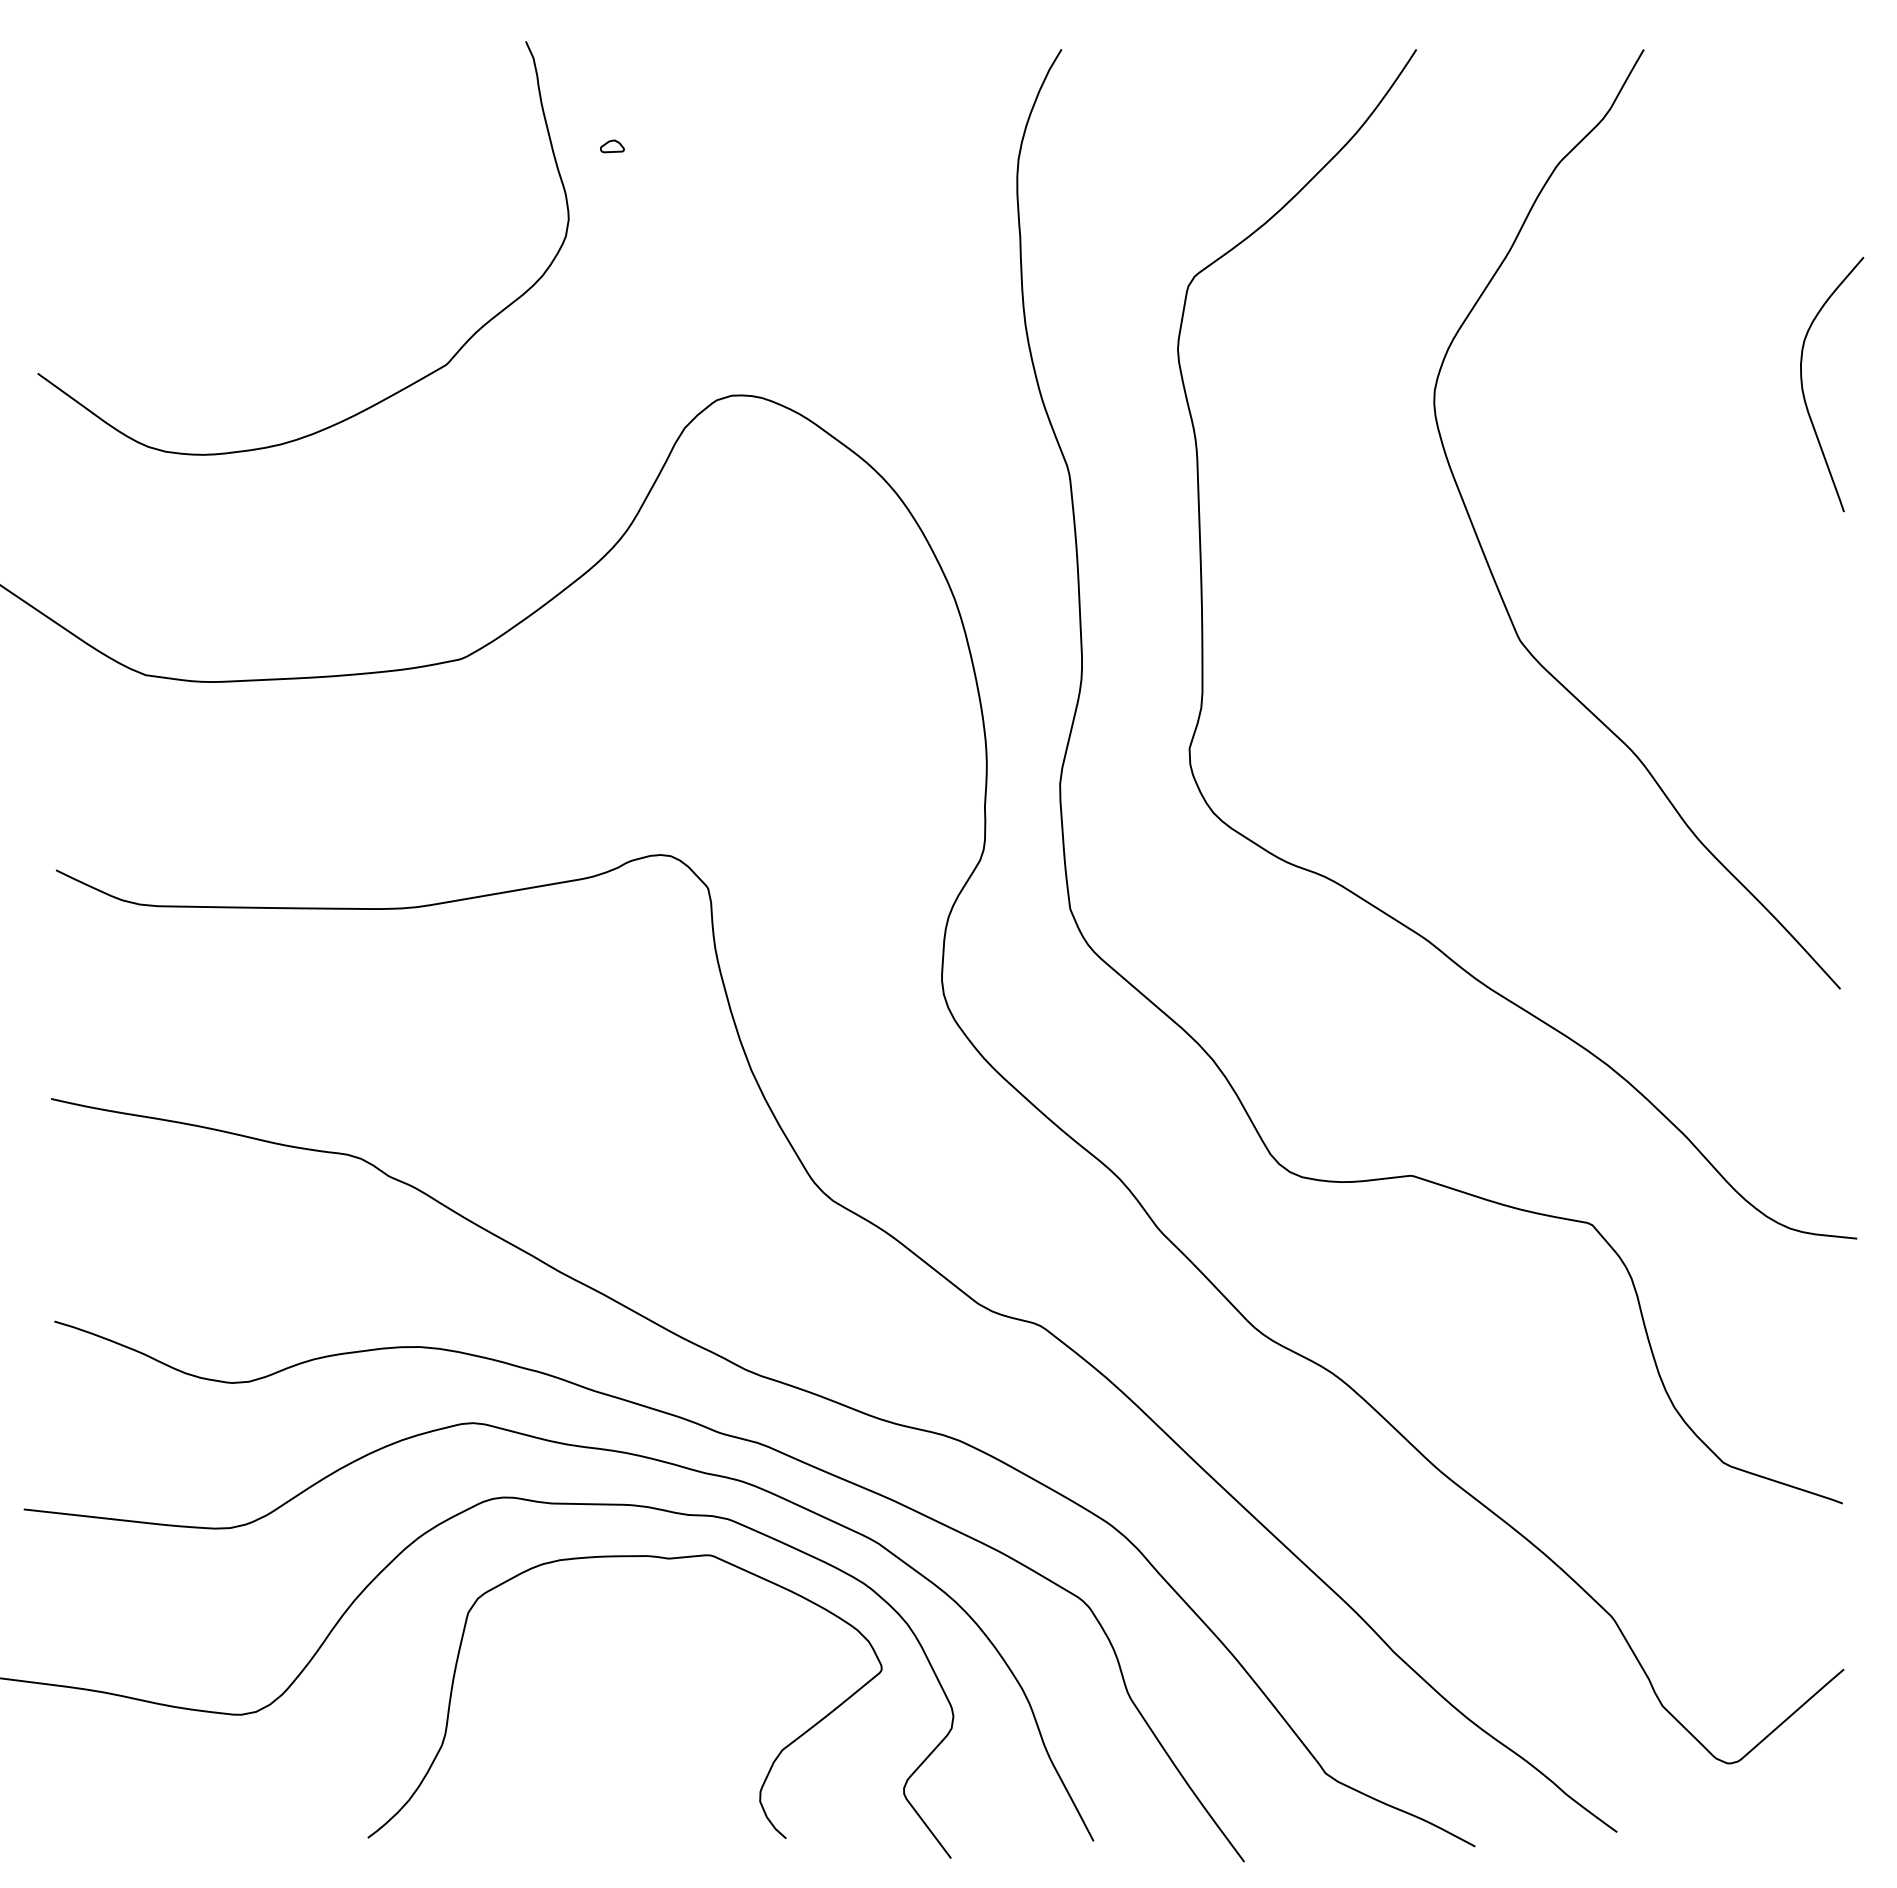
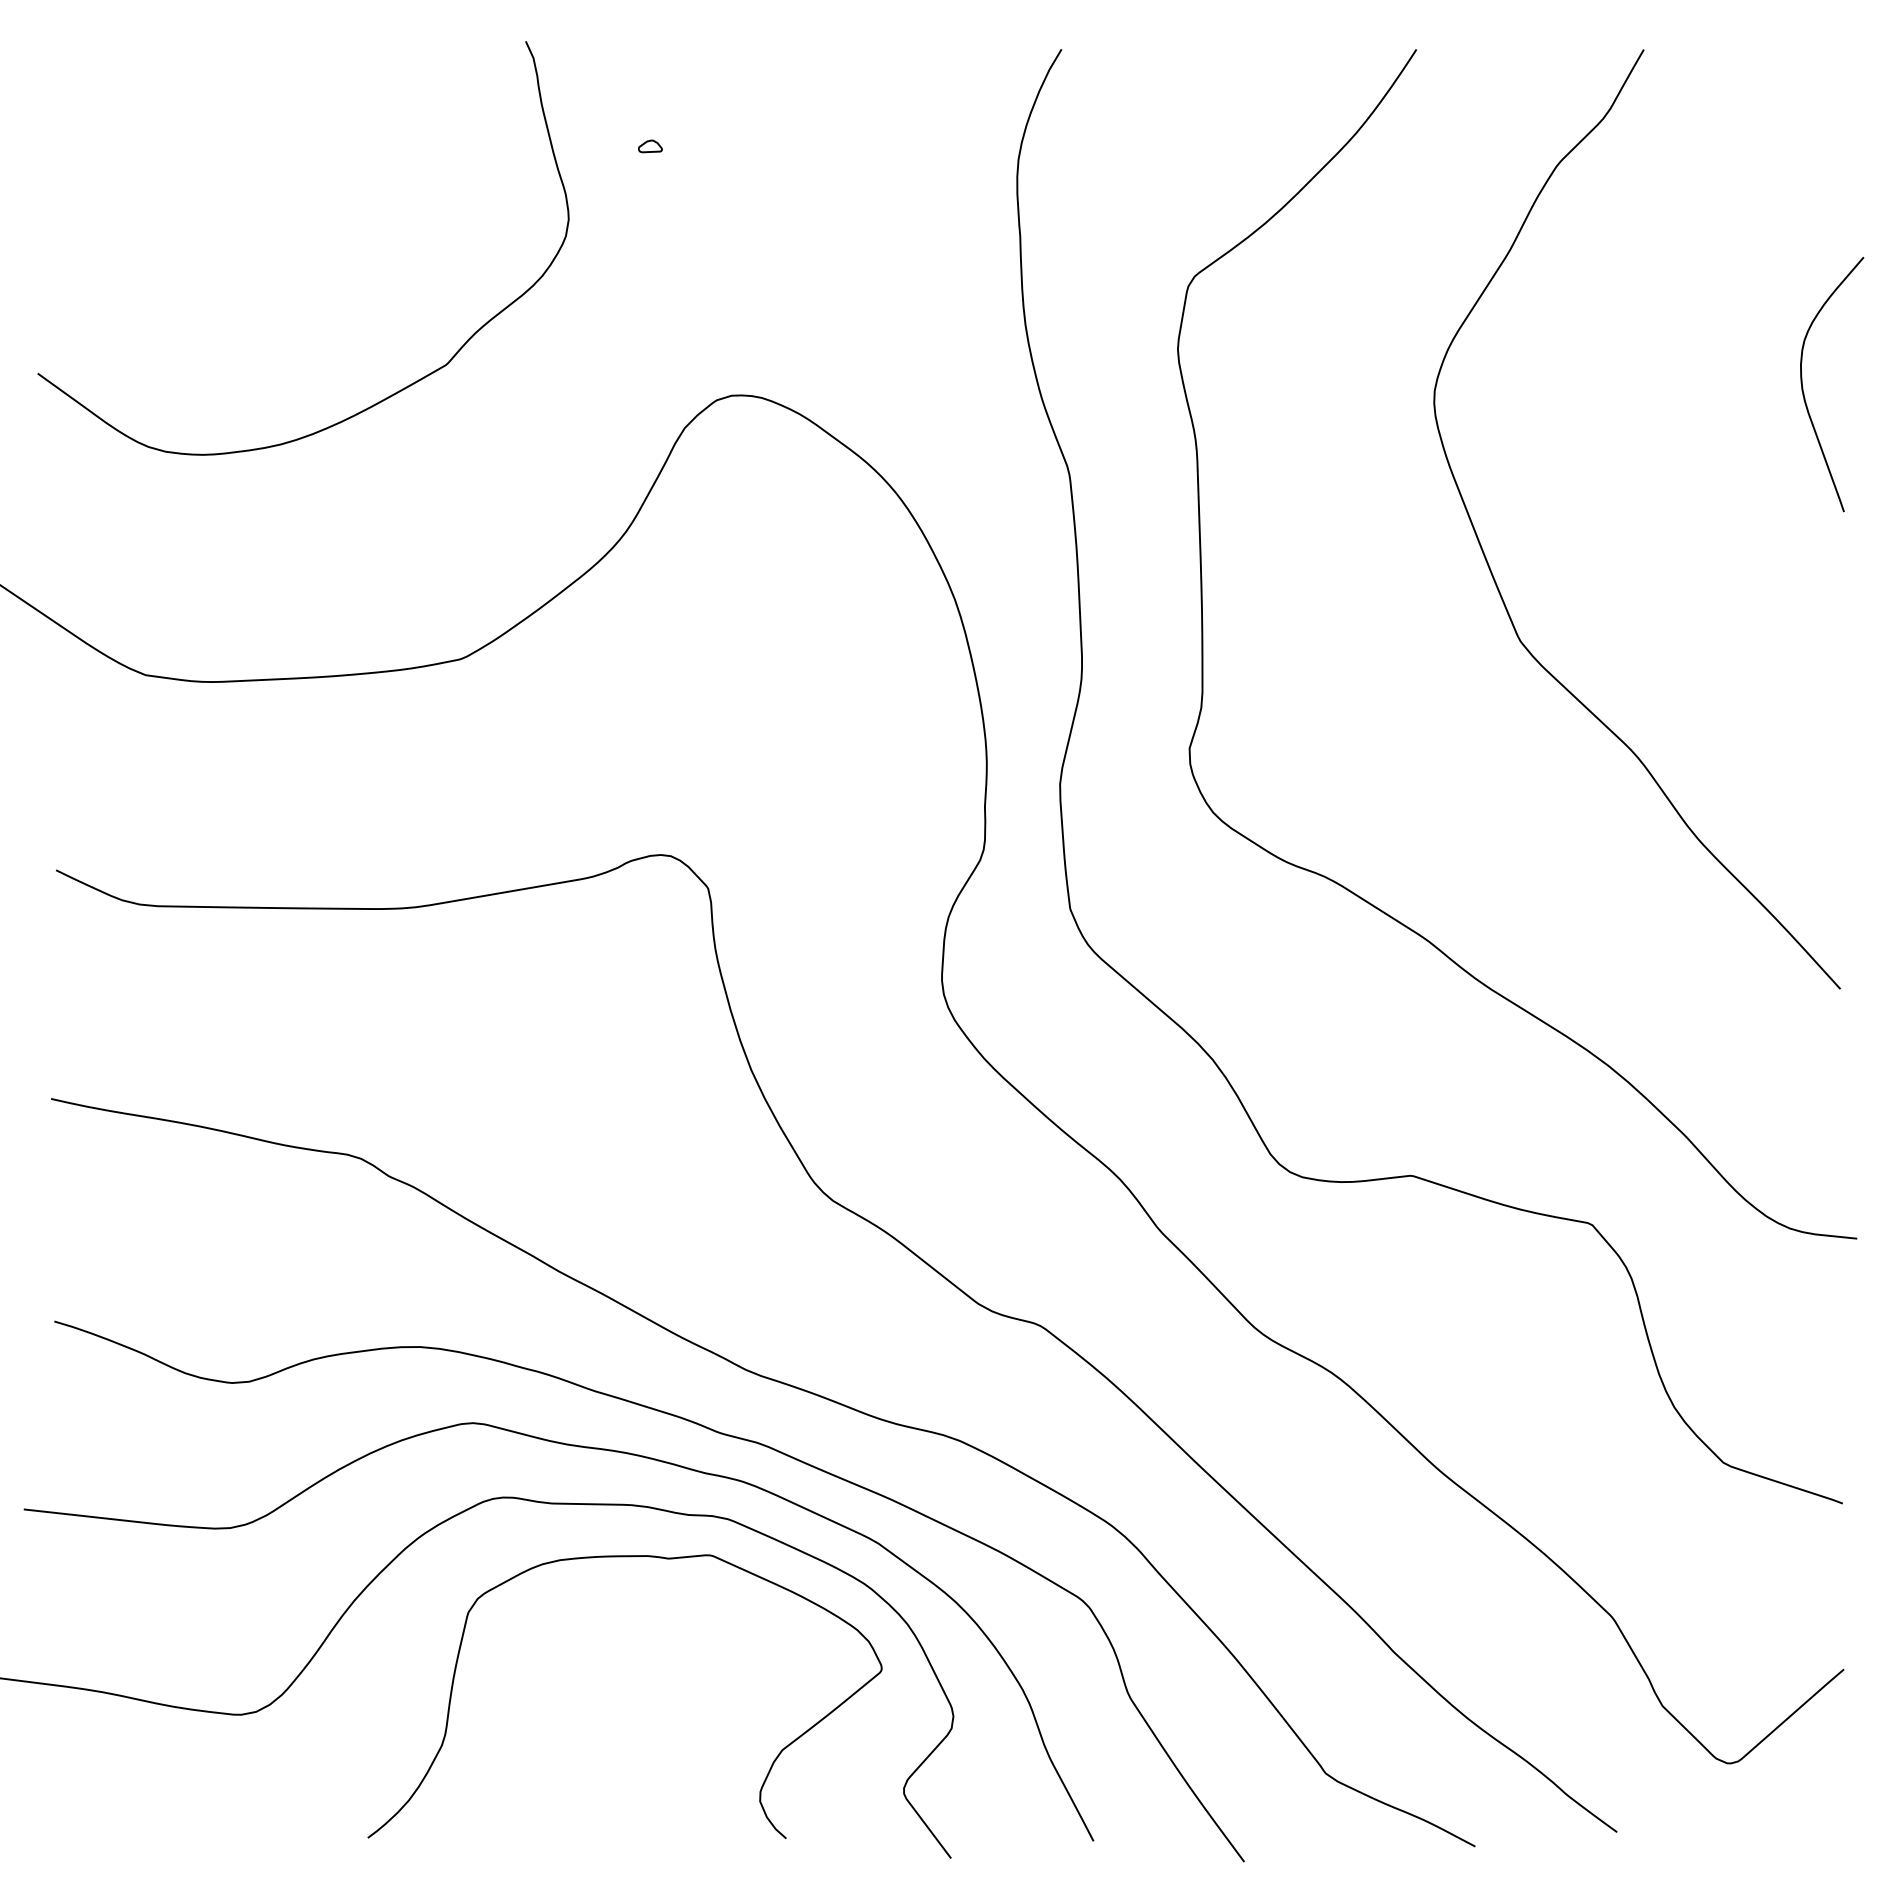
part at (612, 146) position: (612, 146) -> (650, 146)
